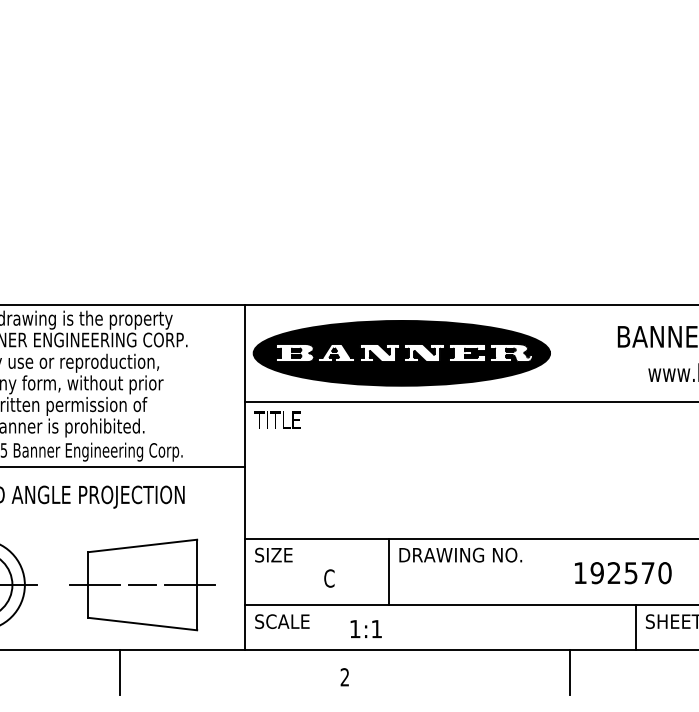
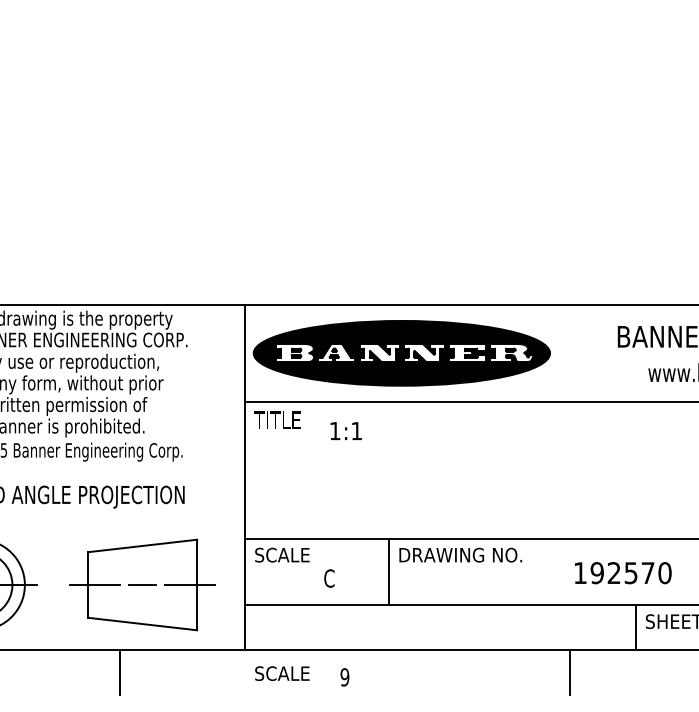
line at (123, 467): present -> none
text at (287, 554): SIZE -> SCALE
text at (282, 621) position: (282, 621) -> (282, 673)
text at (365, 628) position: (365, 628) -> (345, 430)
text at (344, 677): 2 -> 9
